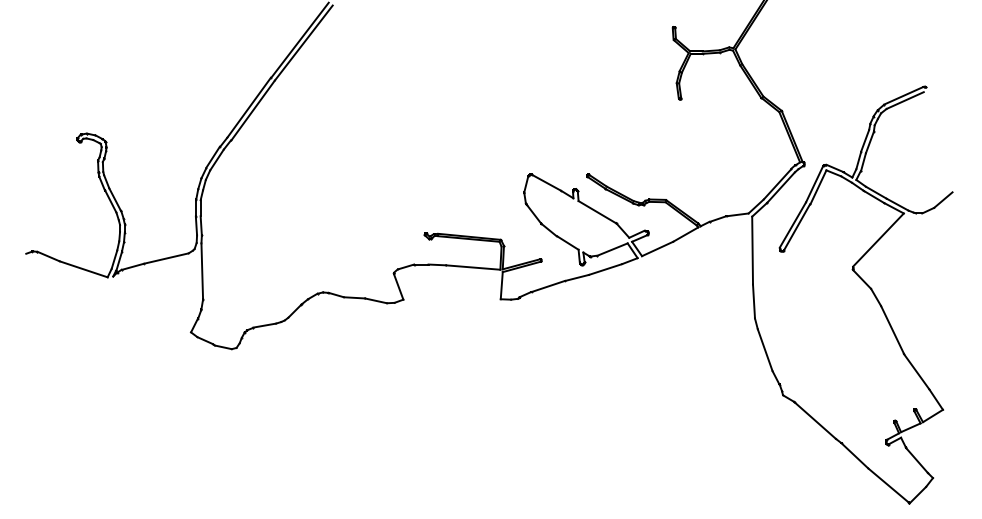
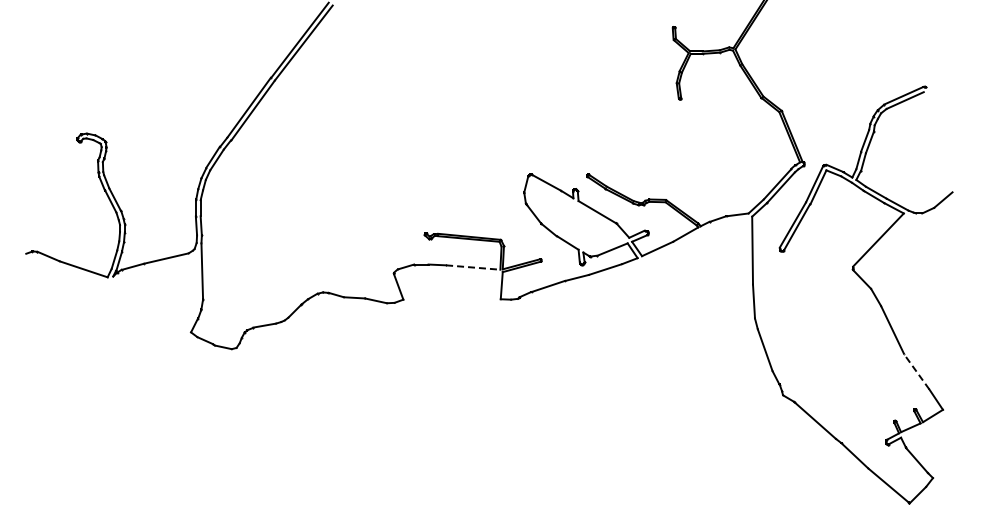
line at (473, 267): solid -> dashed
line at (916, 371): solid -> dashed
